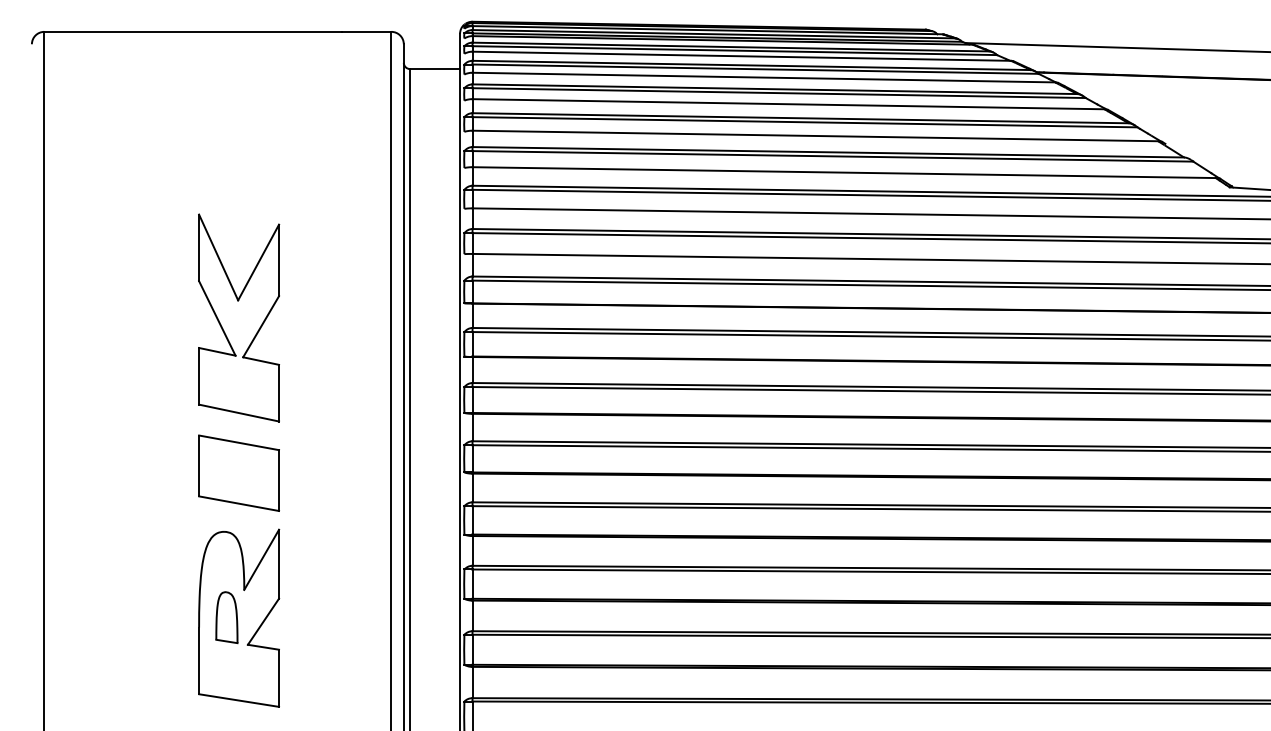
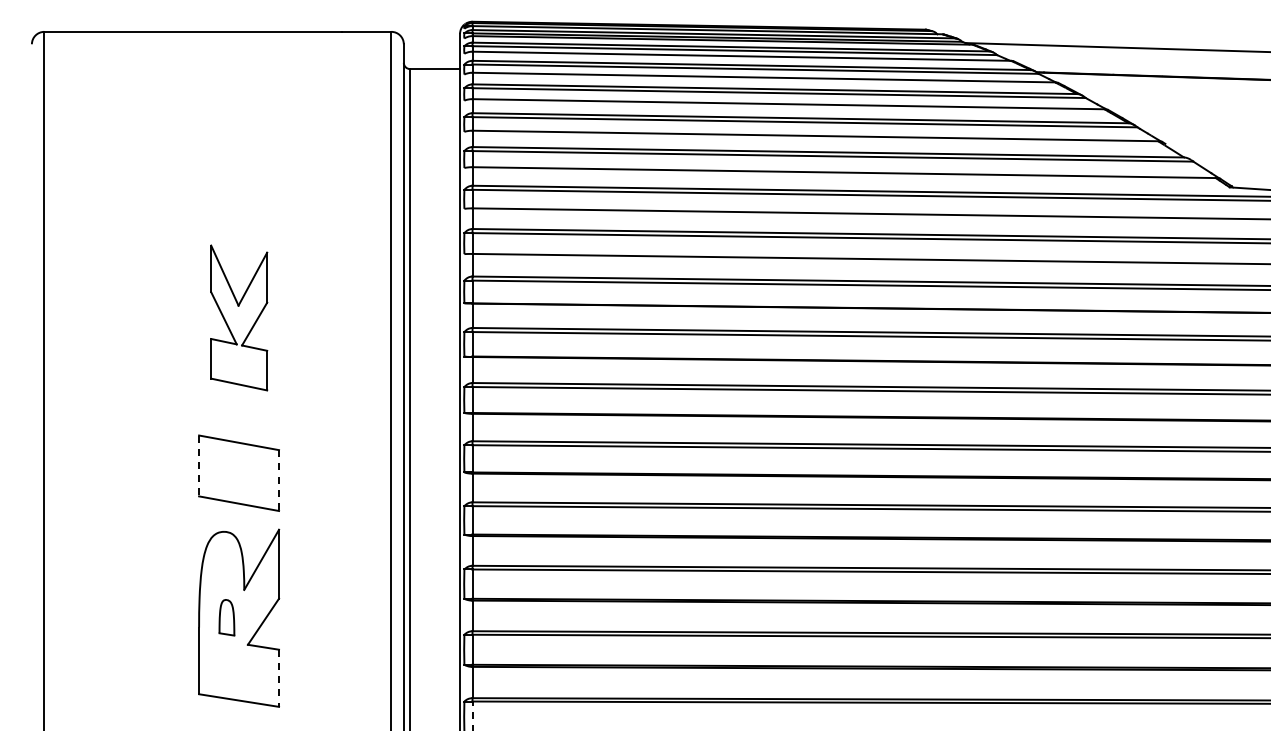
part at (239, 317) size: 83x210 px -> 59x148 px
line at (199, 466): solid -> dashed
line at (279, 481): solid -> dashed
part at (226, 617) size: 24x54 px -> 18x38 px
line at (279, 678): solid -> dashed
line at (472, 715): solid -> dashed
